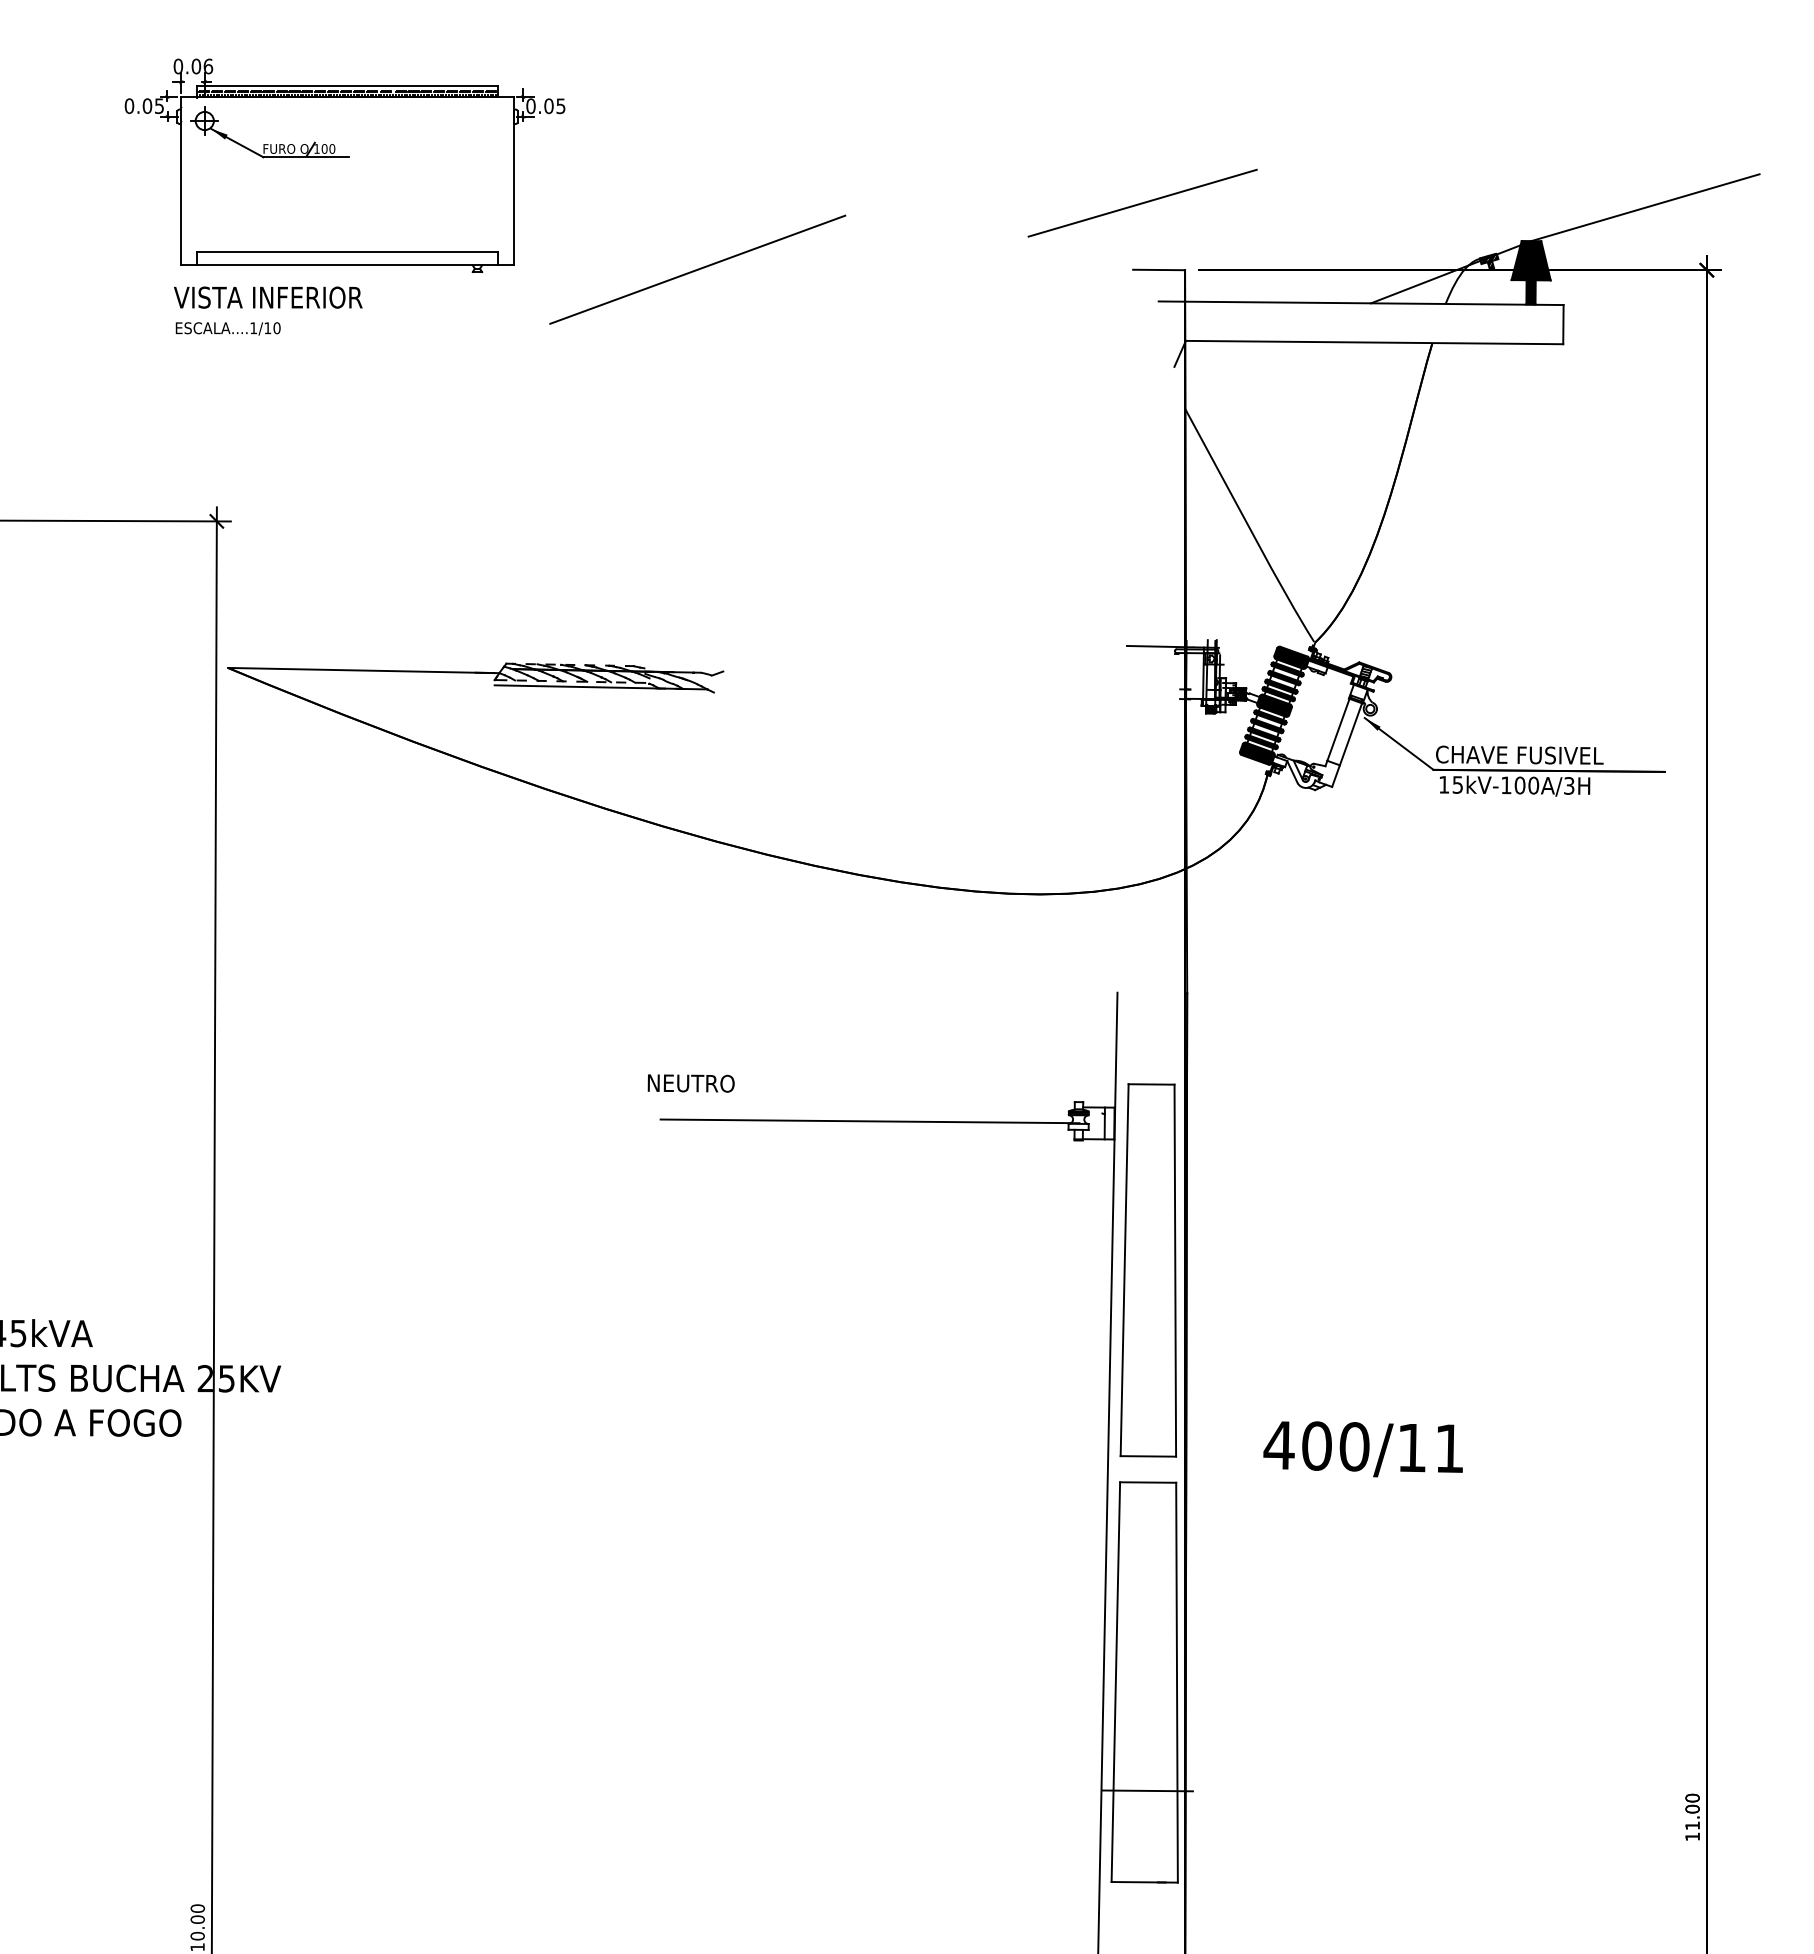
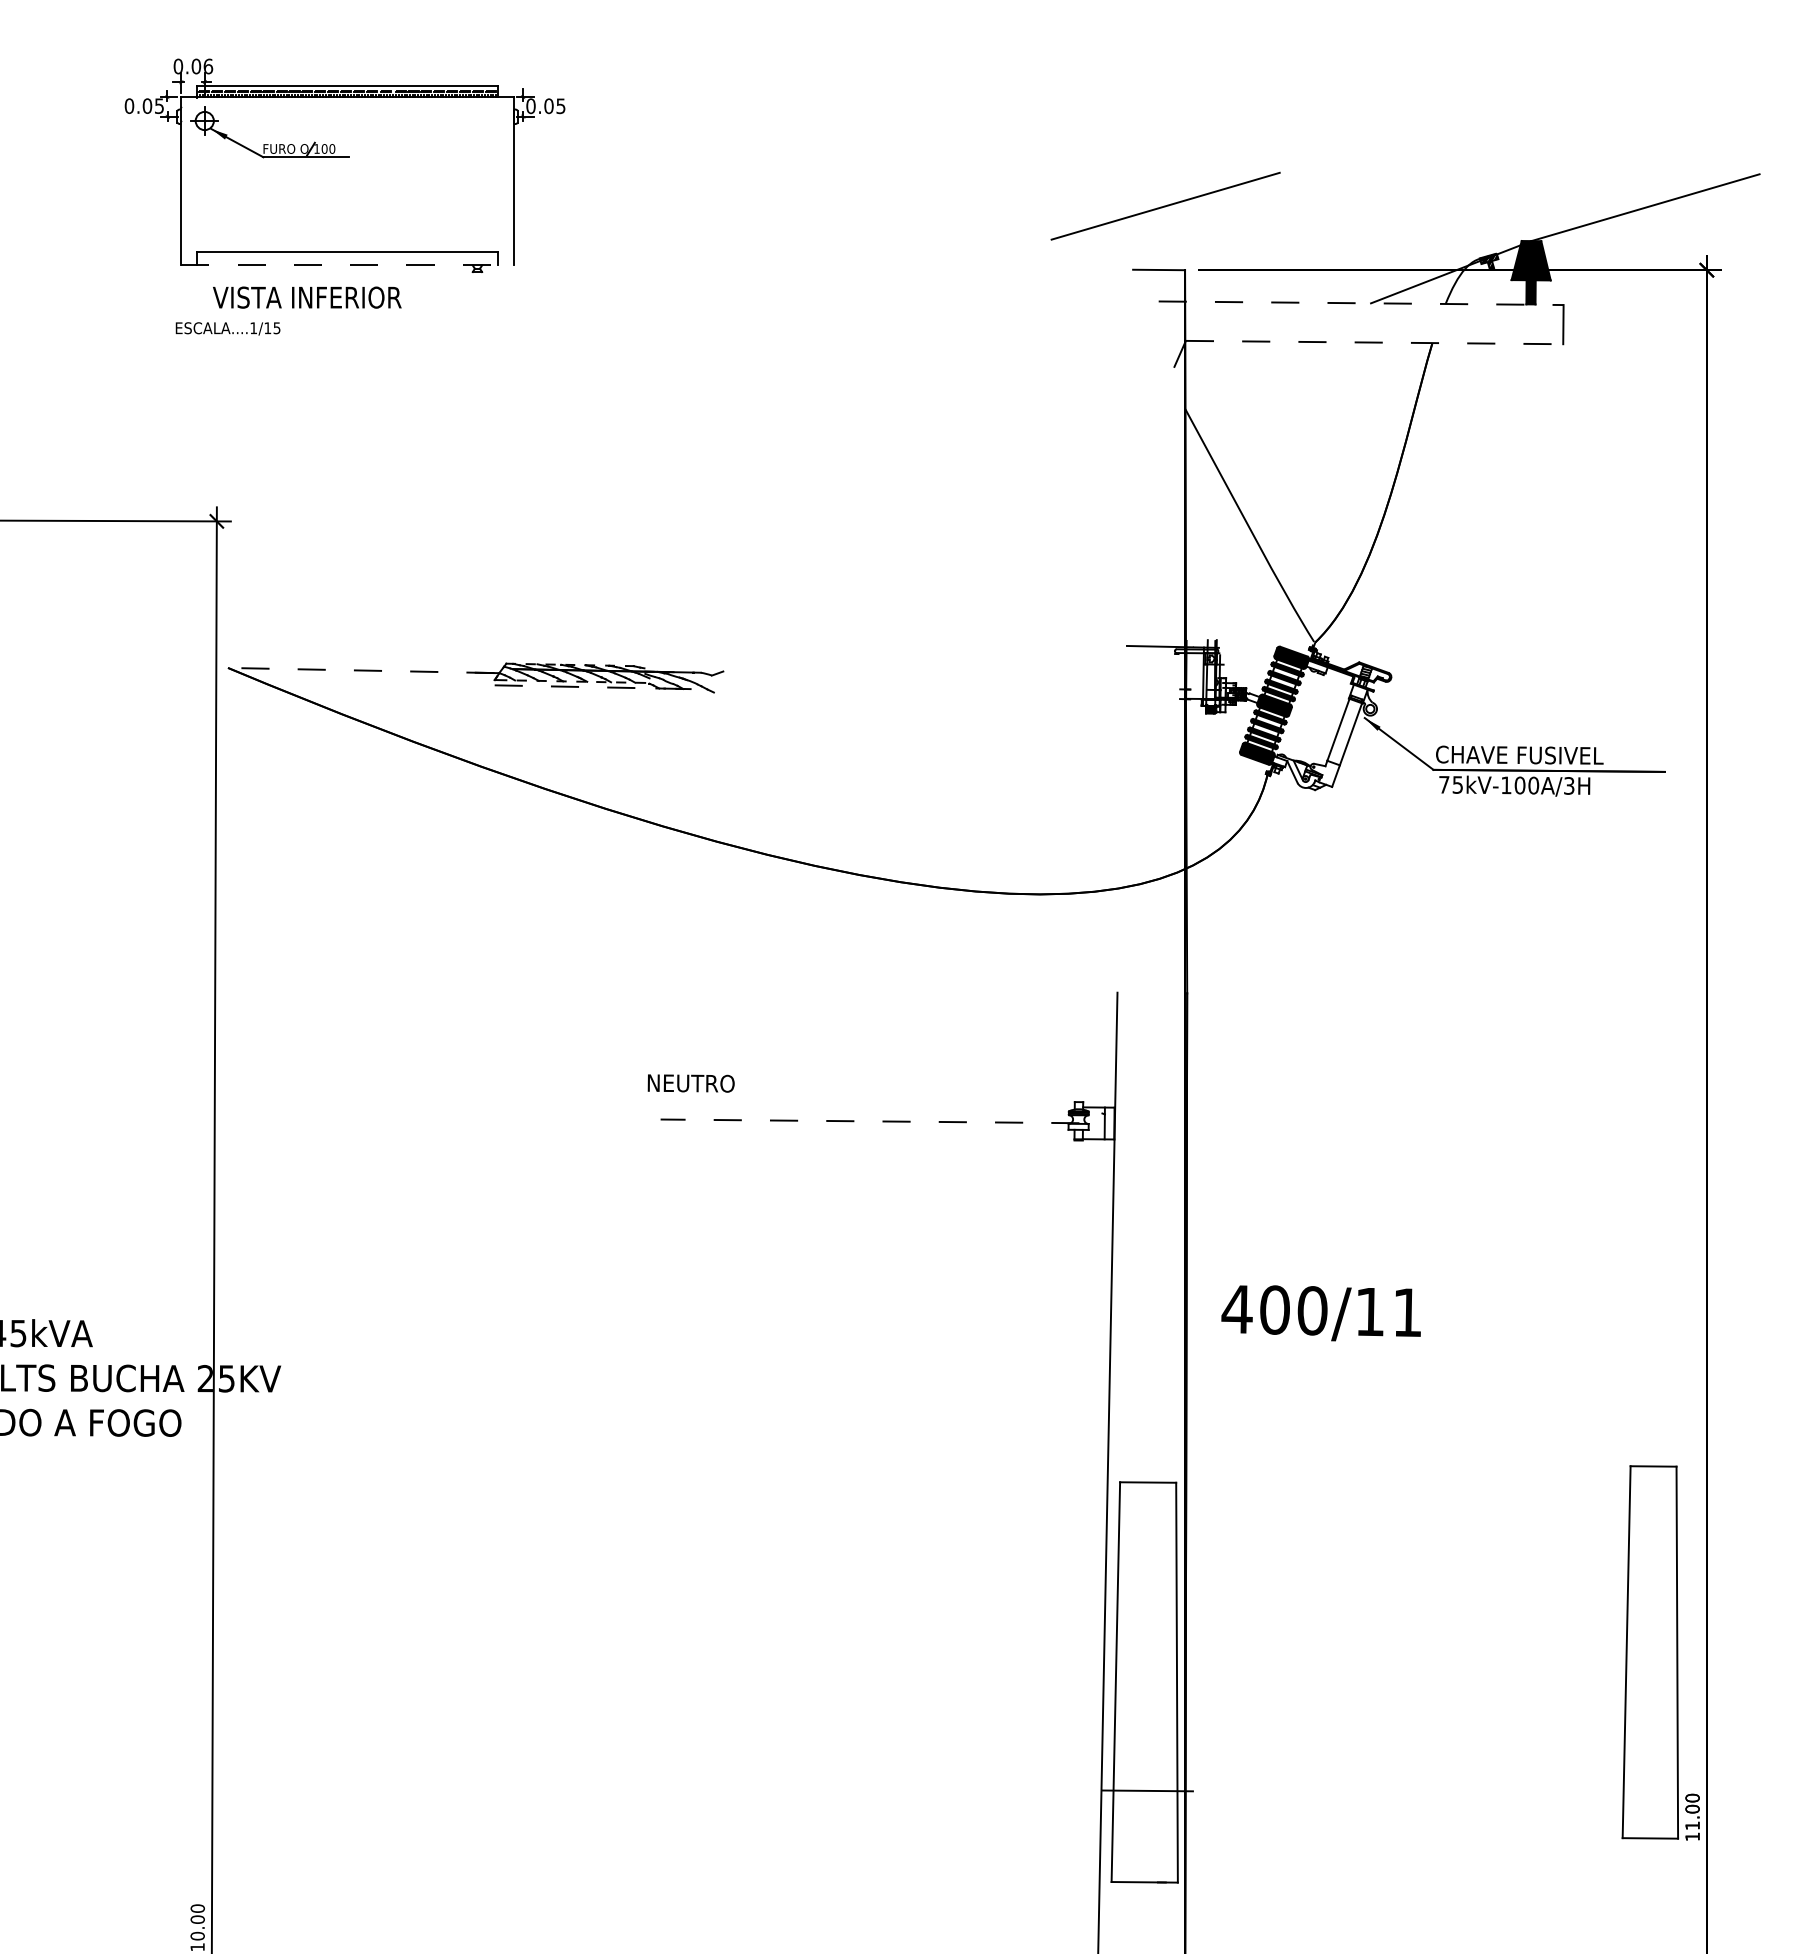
line at (1142, 202) position: (1142, 202) -> (1165, 205)
line at (348, 265): solid -> dashed
line at (697, 269): present -> none
text at (268, 297) position: (268, 297) -> (307, 297)
line at (1361, 303): solid -> dashed
text at (276, 328): ESCALA....1/10 -> ESCALA....1/15
line at (1374, 342): solid -> dashed
line at (360, 670): solid -> dashed
line at (601, 687): solid -> dashed
text at (1444, 784): 15kV-100A/3H -> 75kV-100A/3H
line at (869, 1121): solid -> dashed
part at (1147, 1270) position: (1147, 1270) -> (1649, 1652)
text at (1362, 1449) position: (1362, 1449) -> (1320, 1313)
